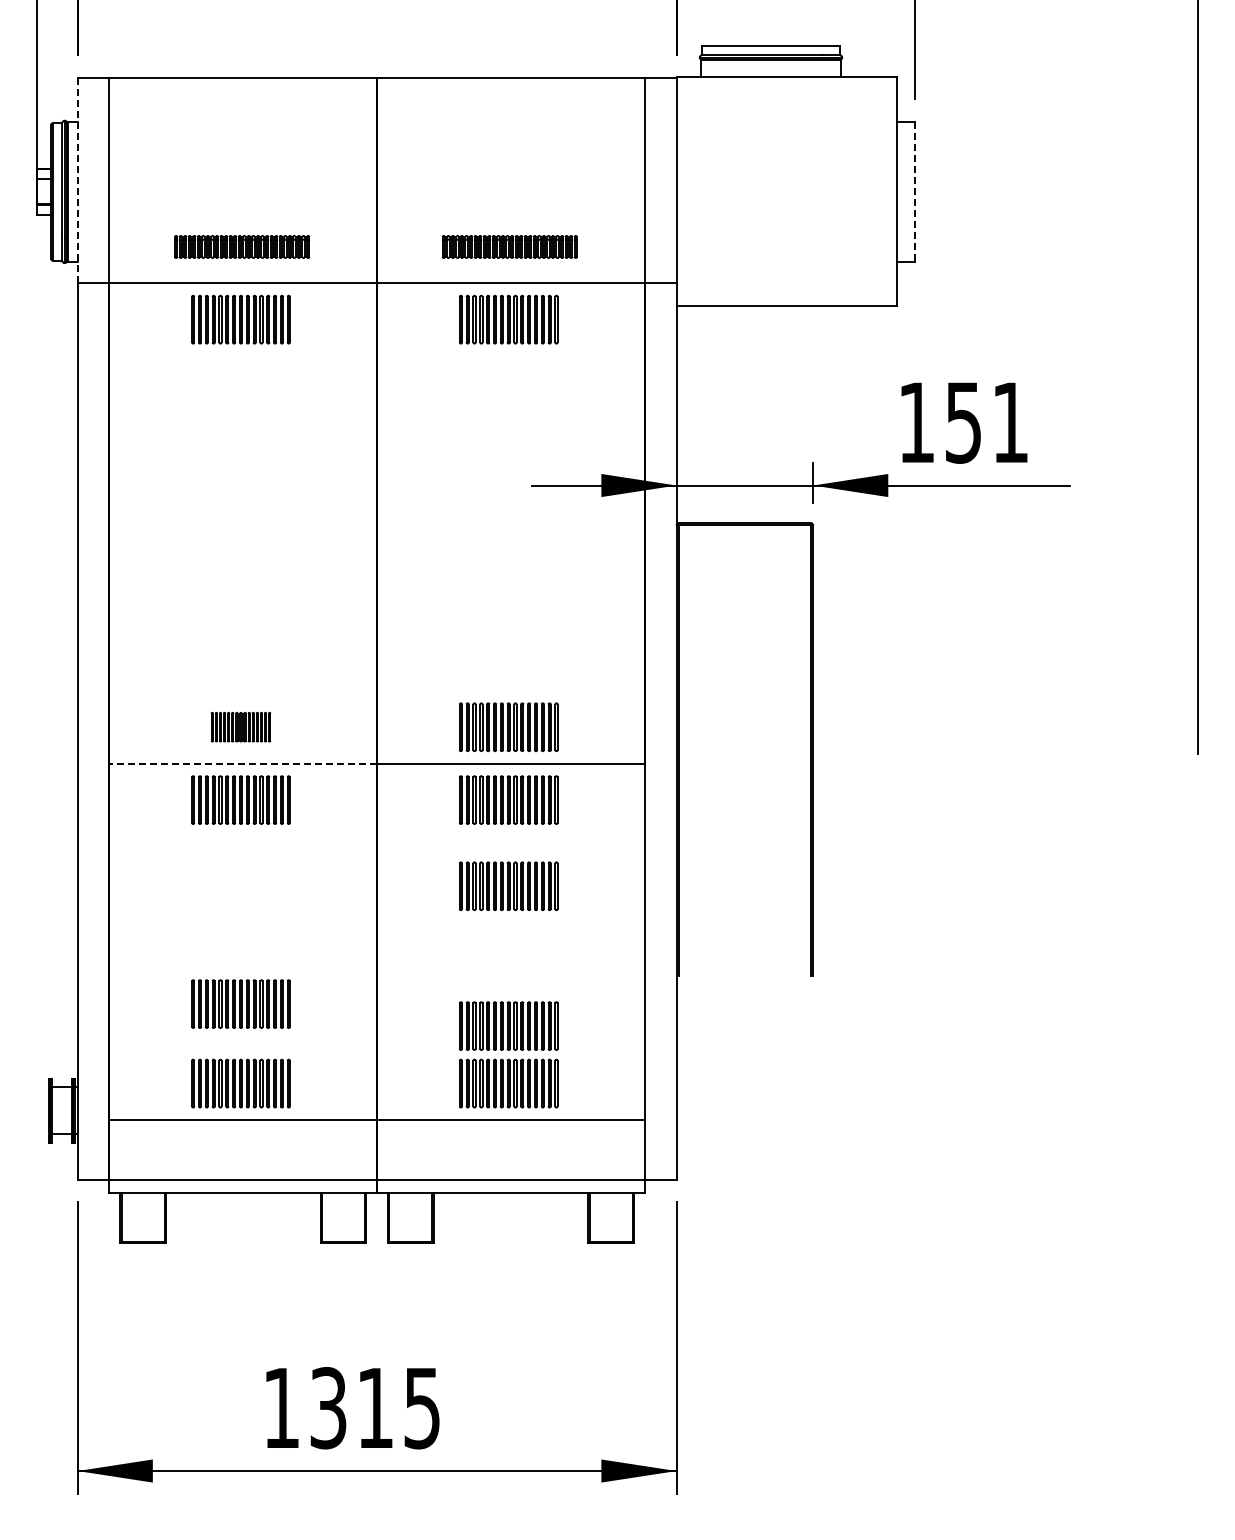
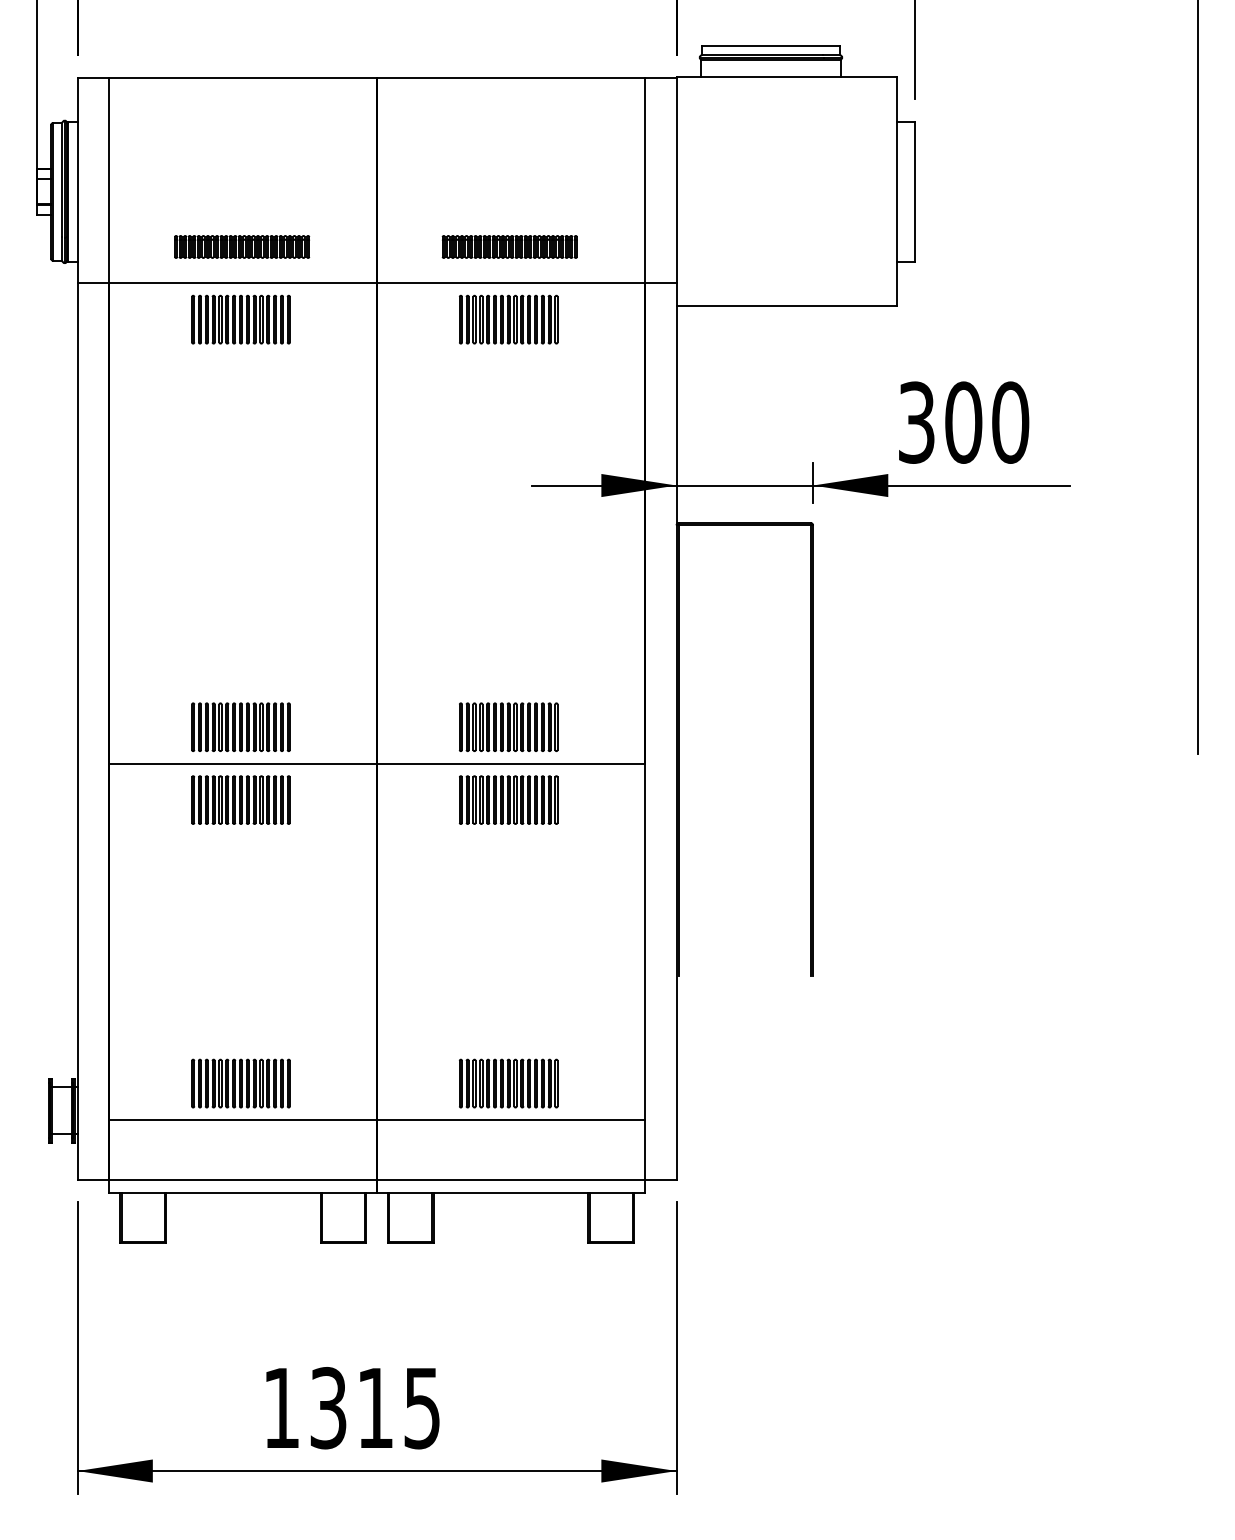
line at (77, 180): dashed -> solid
line at (914, 191): dashed -> solid
text at (964, 422): 151 -> 300
part at (240, 727) size: 62x31 px -> 100x50 px
line at (243, 763): dashed -> solid
part at (508, 885): present -> none
part at (240, 1003): present -> none
part at (508, 1025): present -> none
